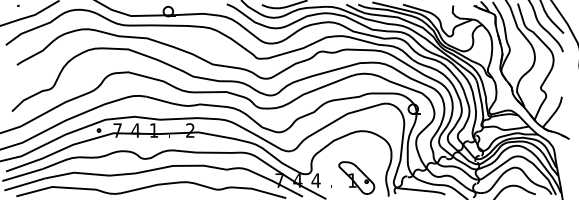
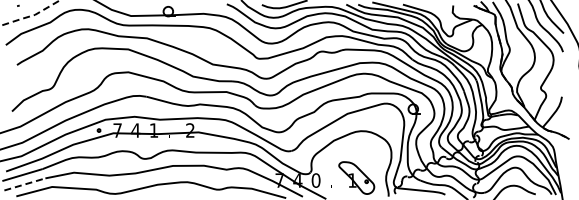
line at (31, 16): solid -> dashed
text at (315, 180): 4 -> 0
line at (25, 184): solid -> dashed
